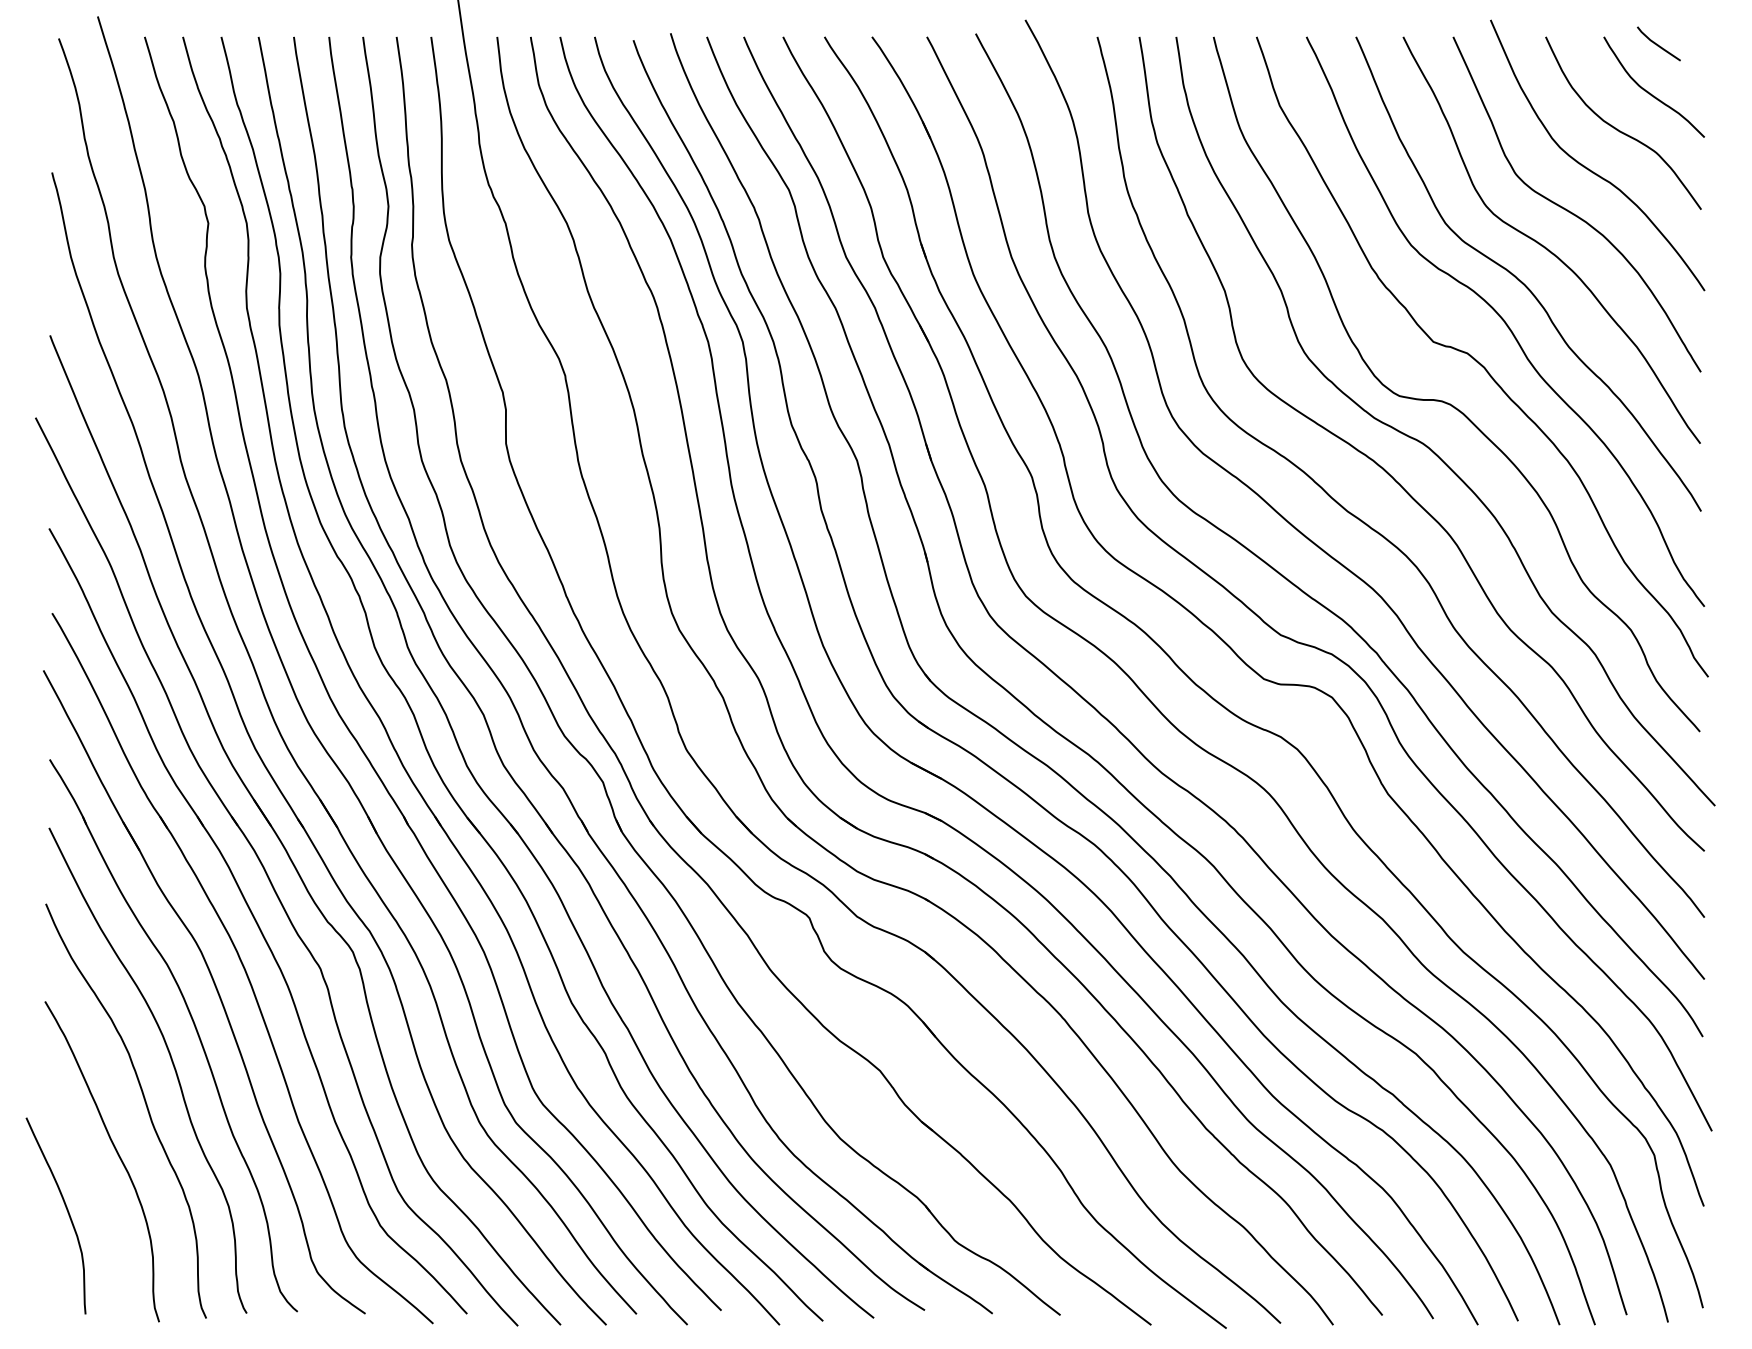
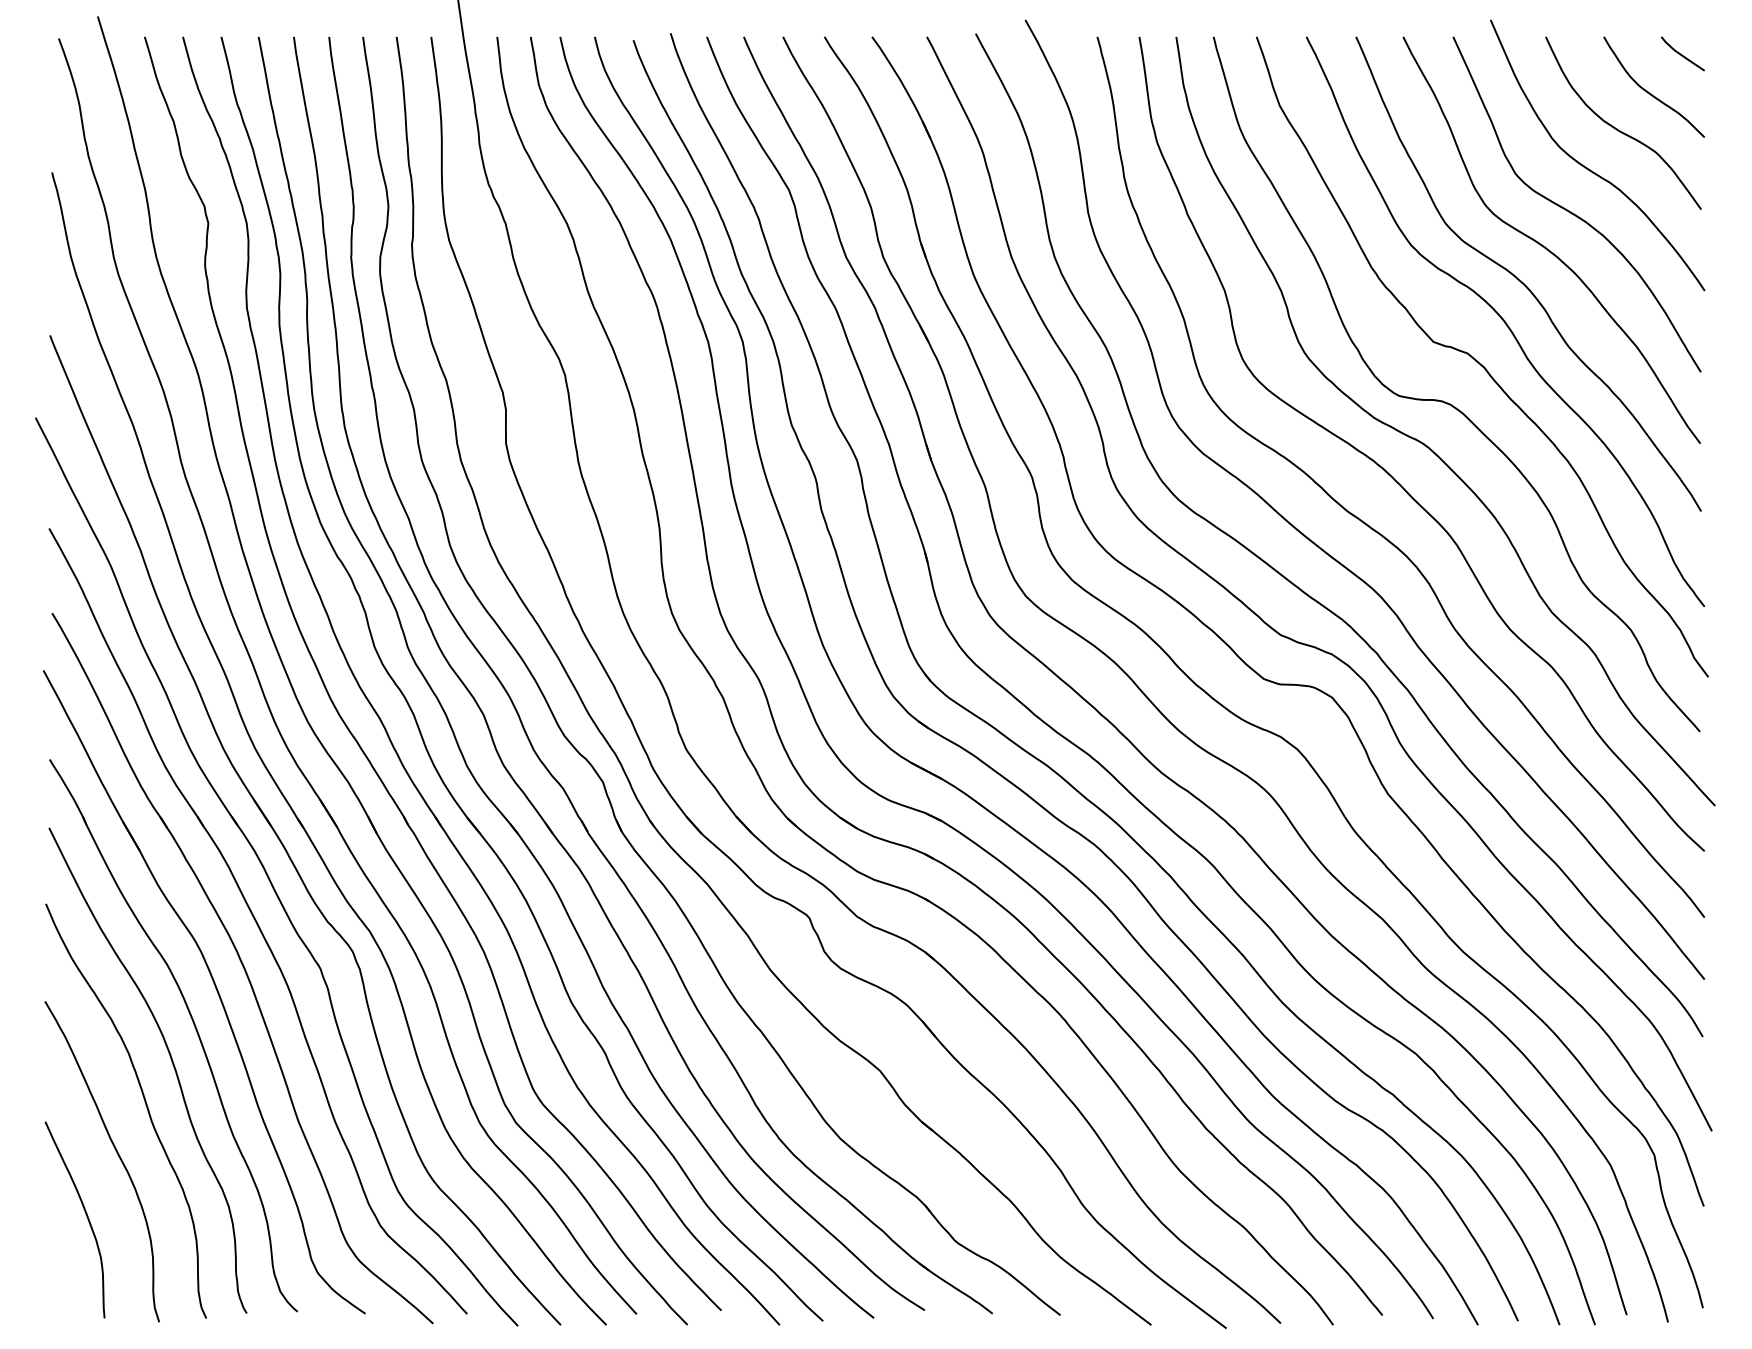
line at (1658, 44) position: (1658, 44) -> (1682, 54)
curve at (66, 1210) position: (66, 1210) -> (85, 1214)
